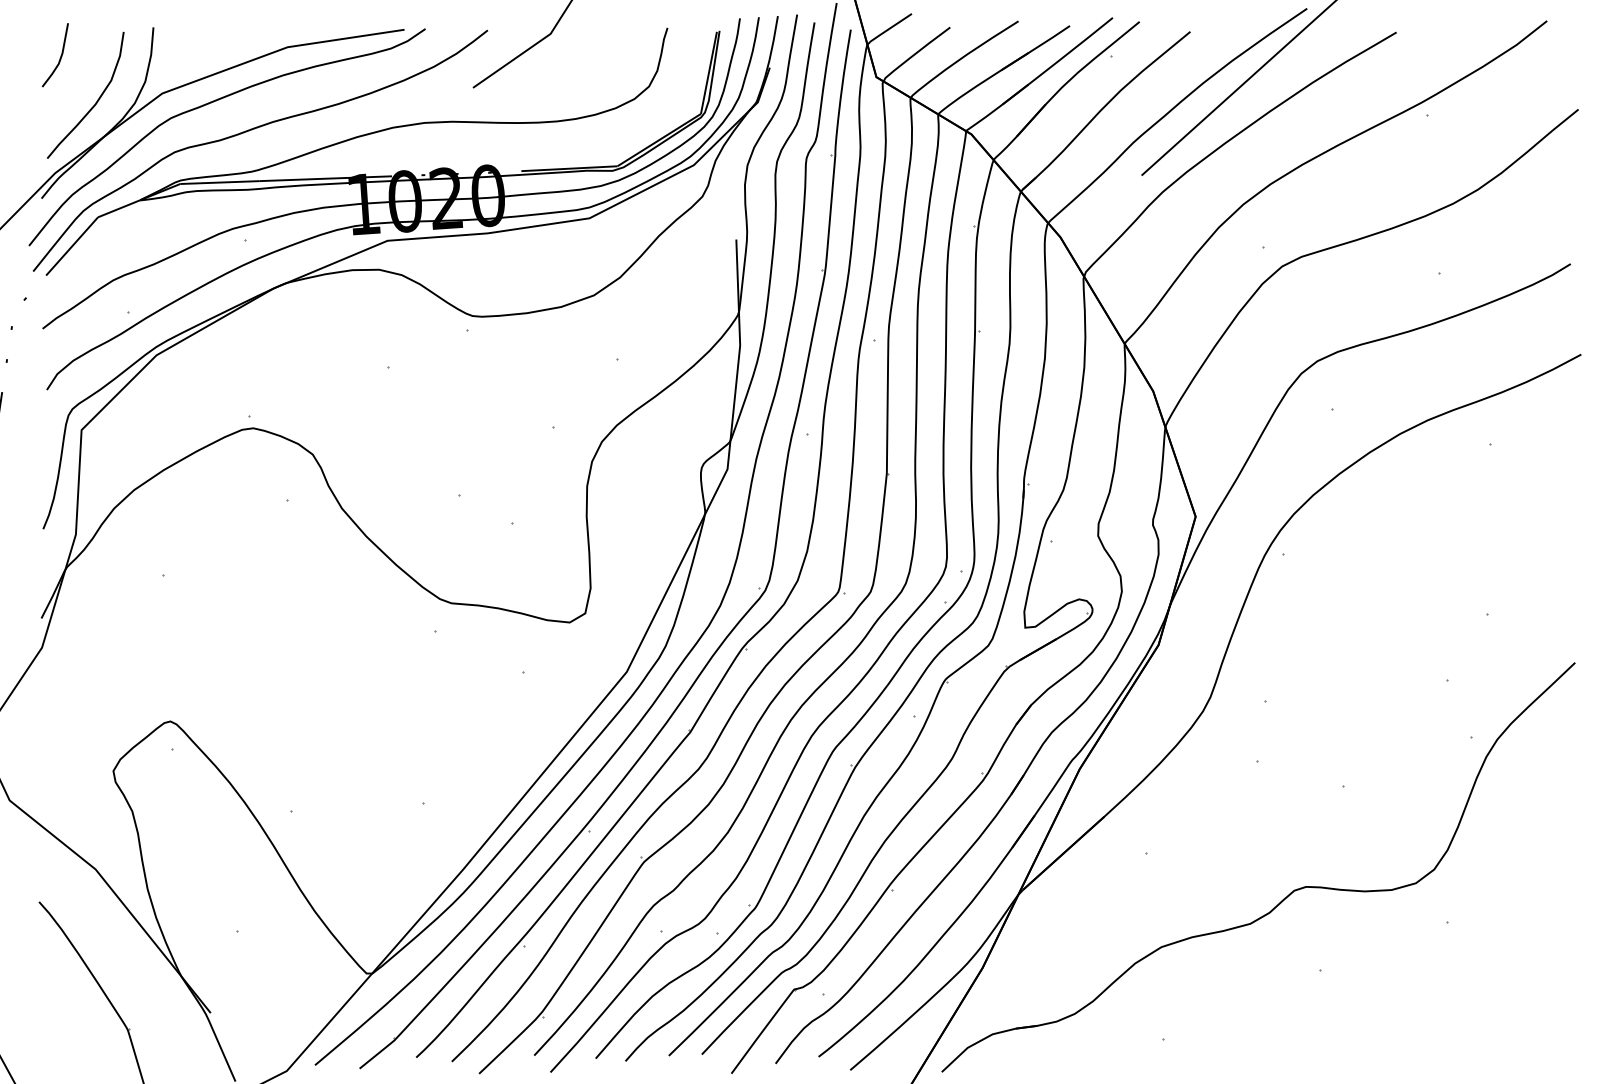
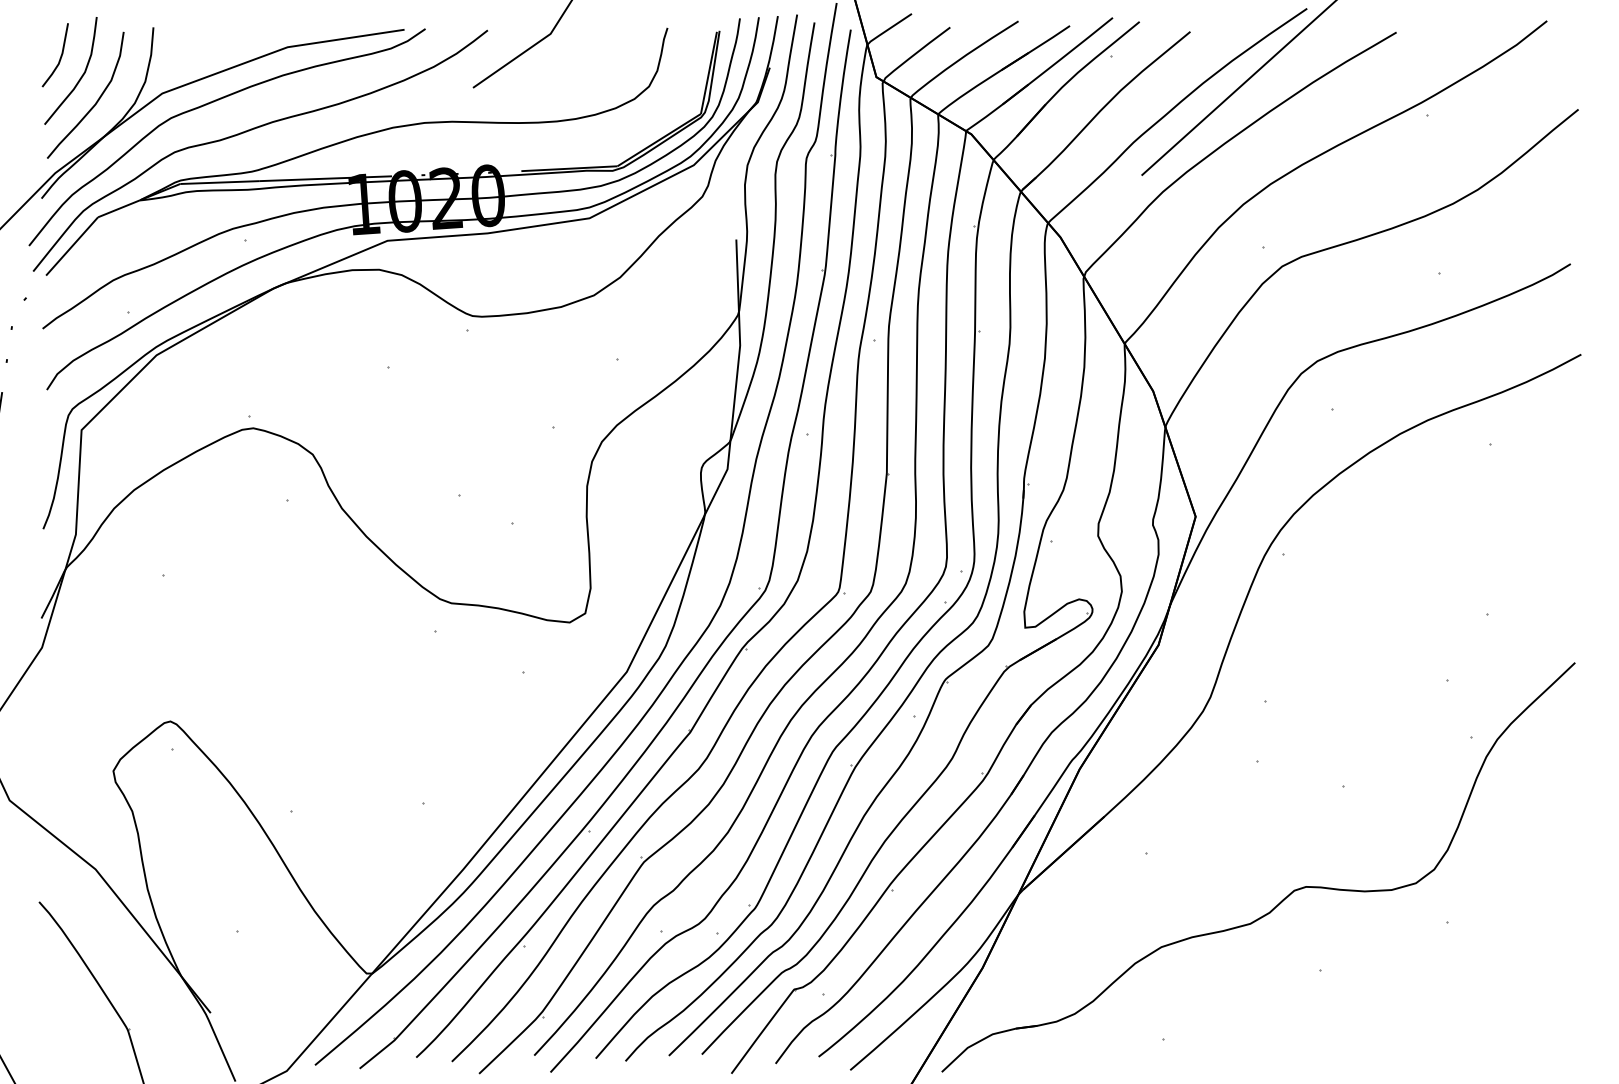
curve at (79, 78): none -> present
